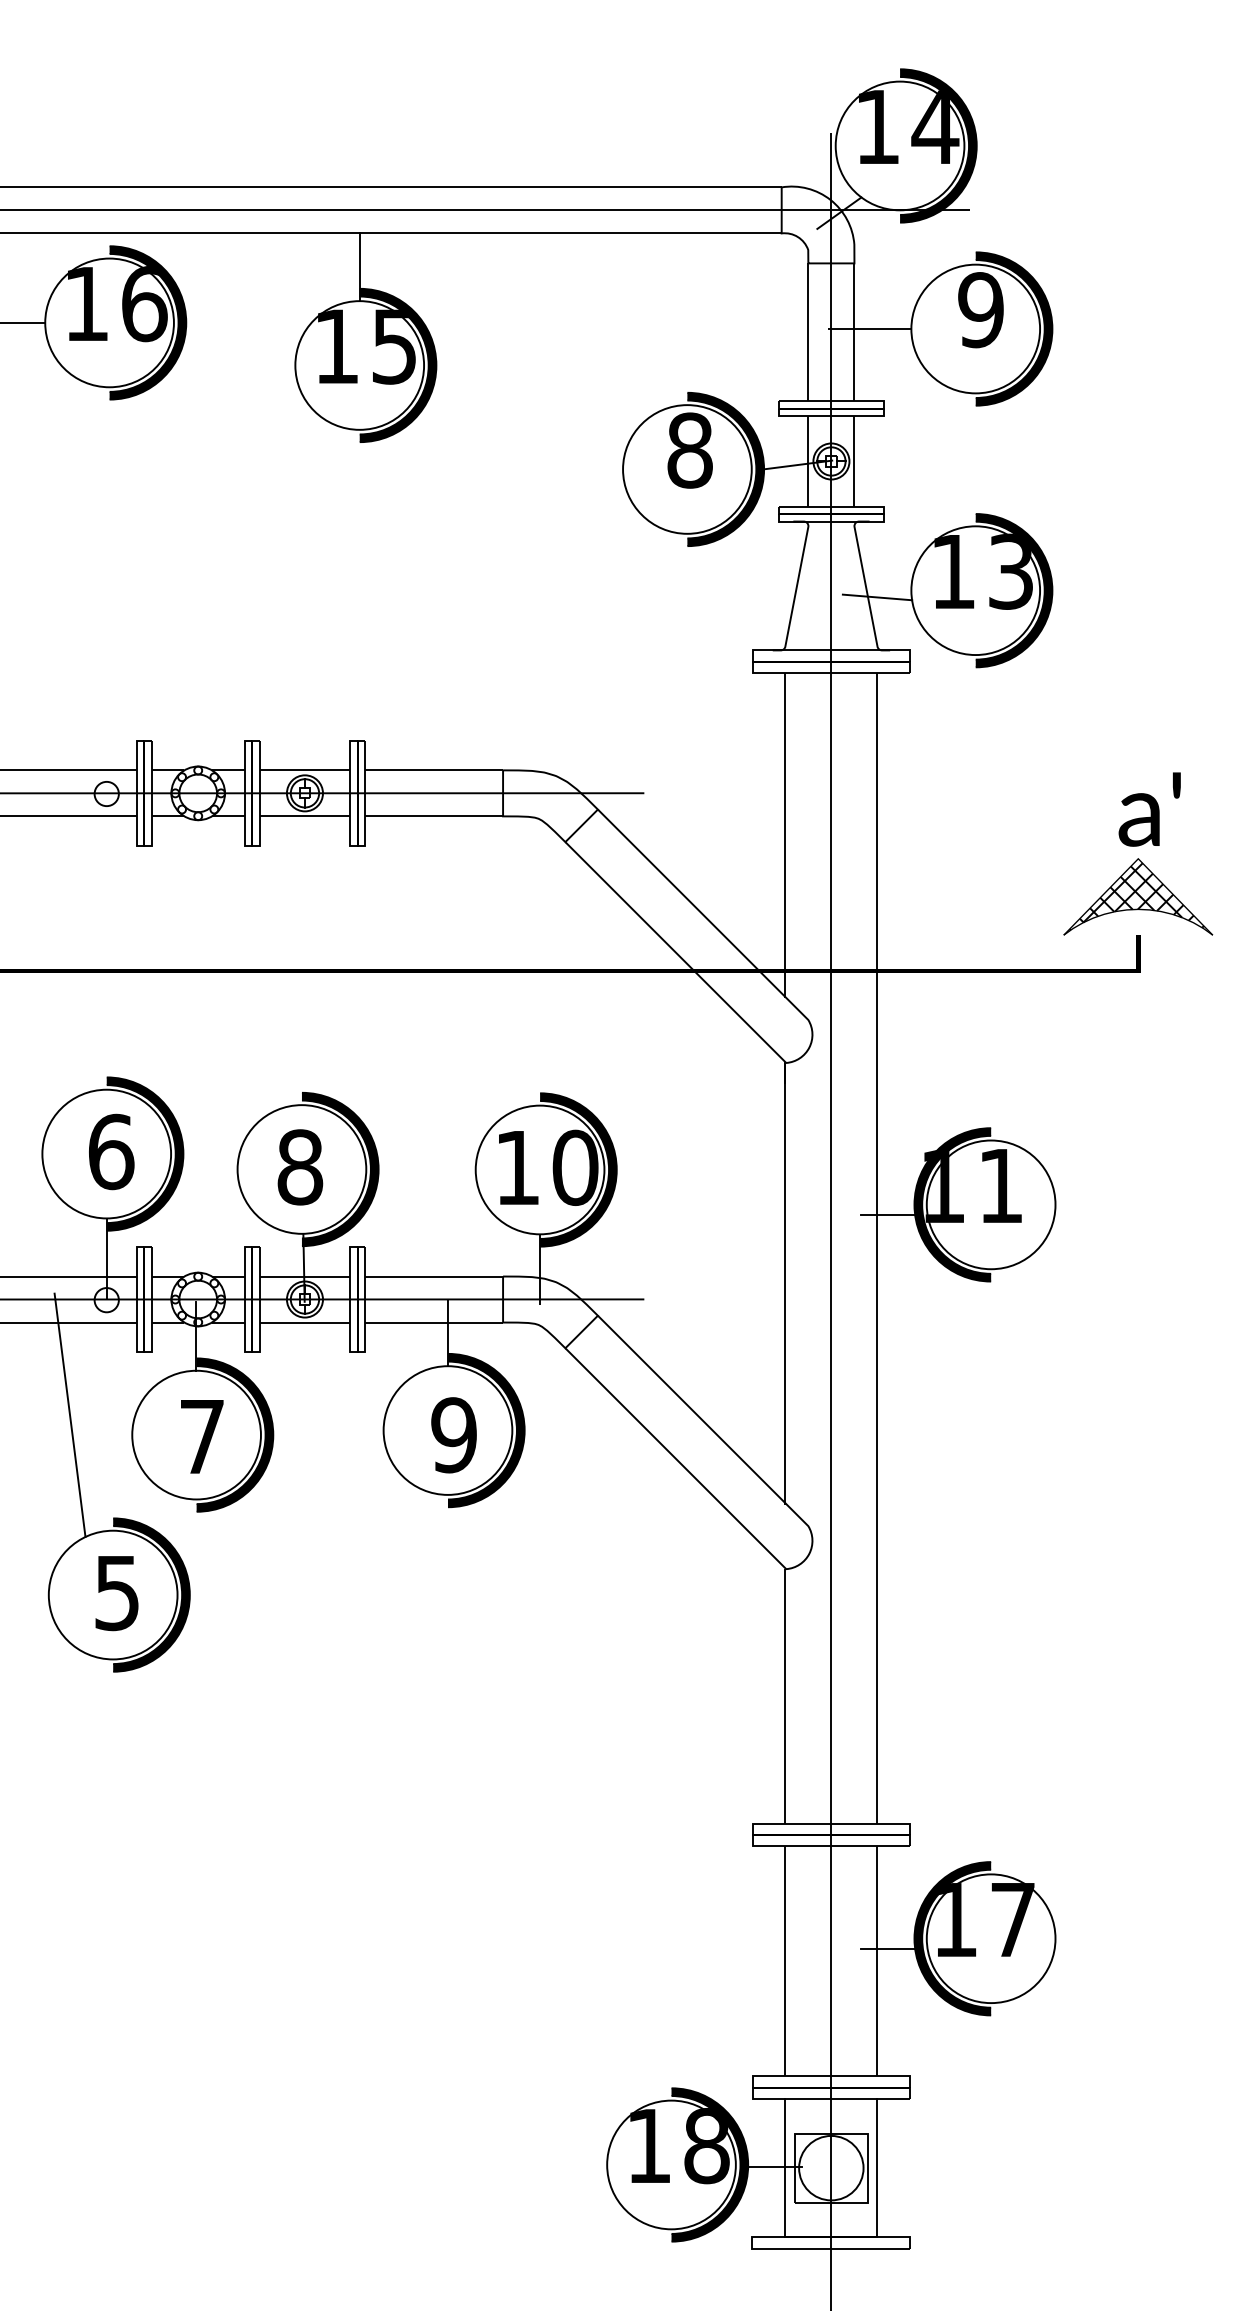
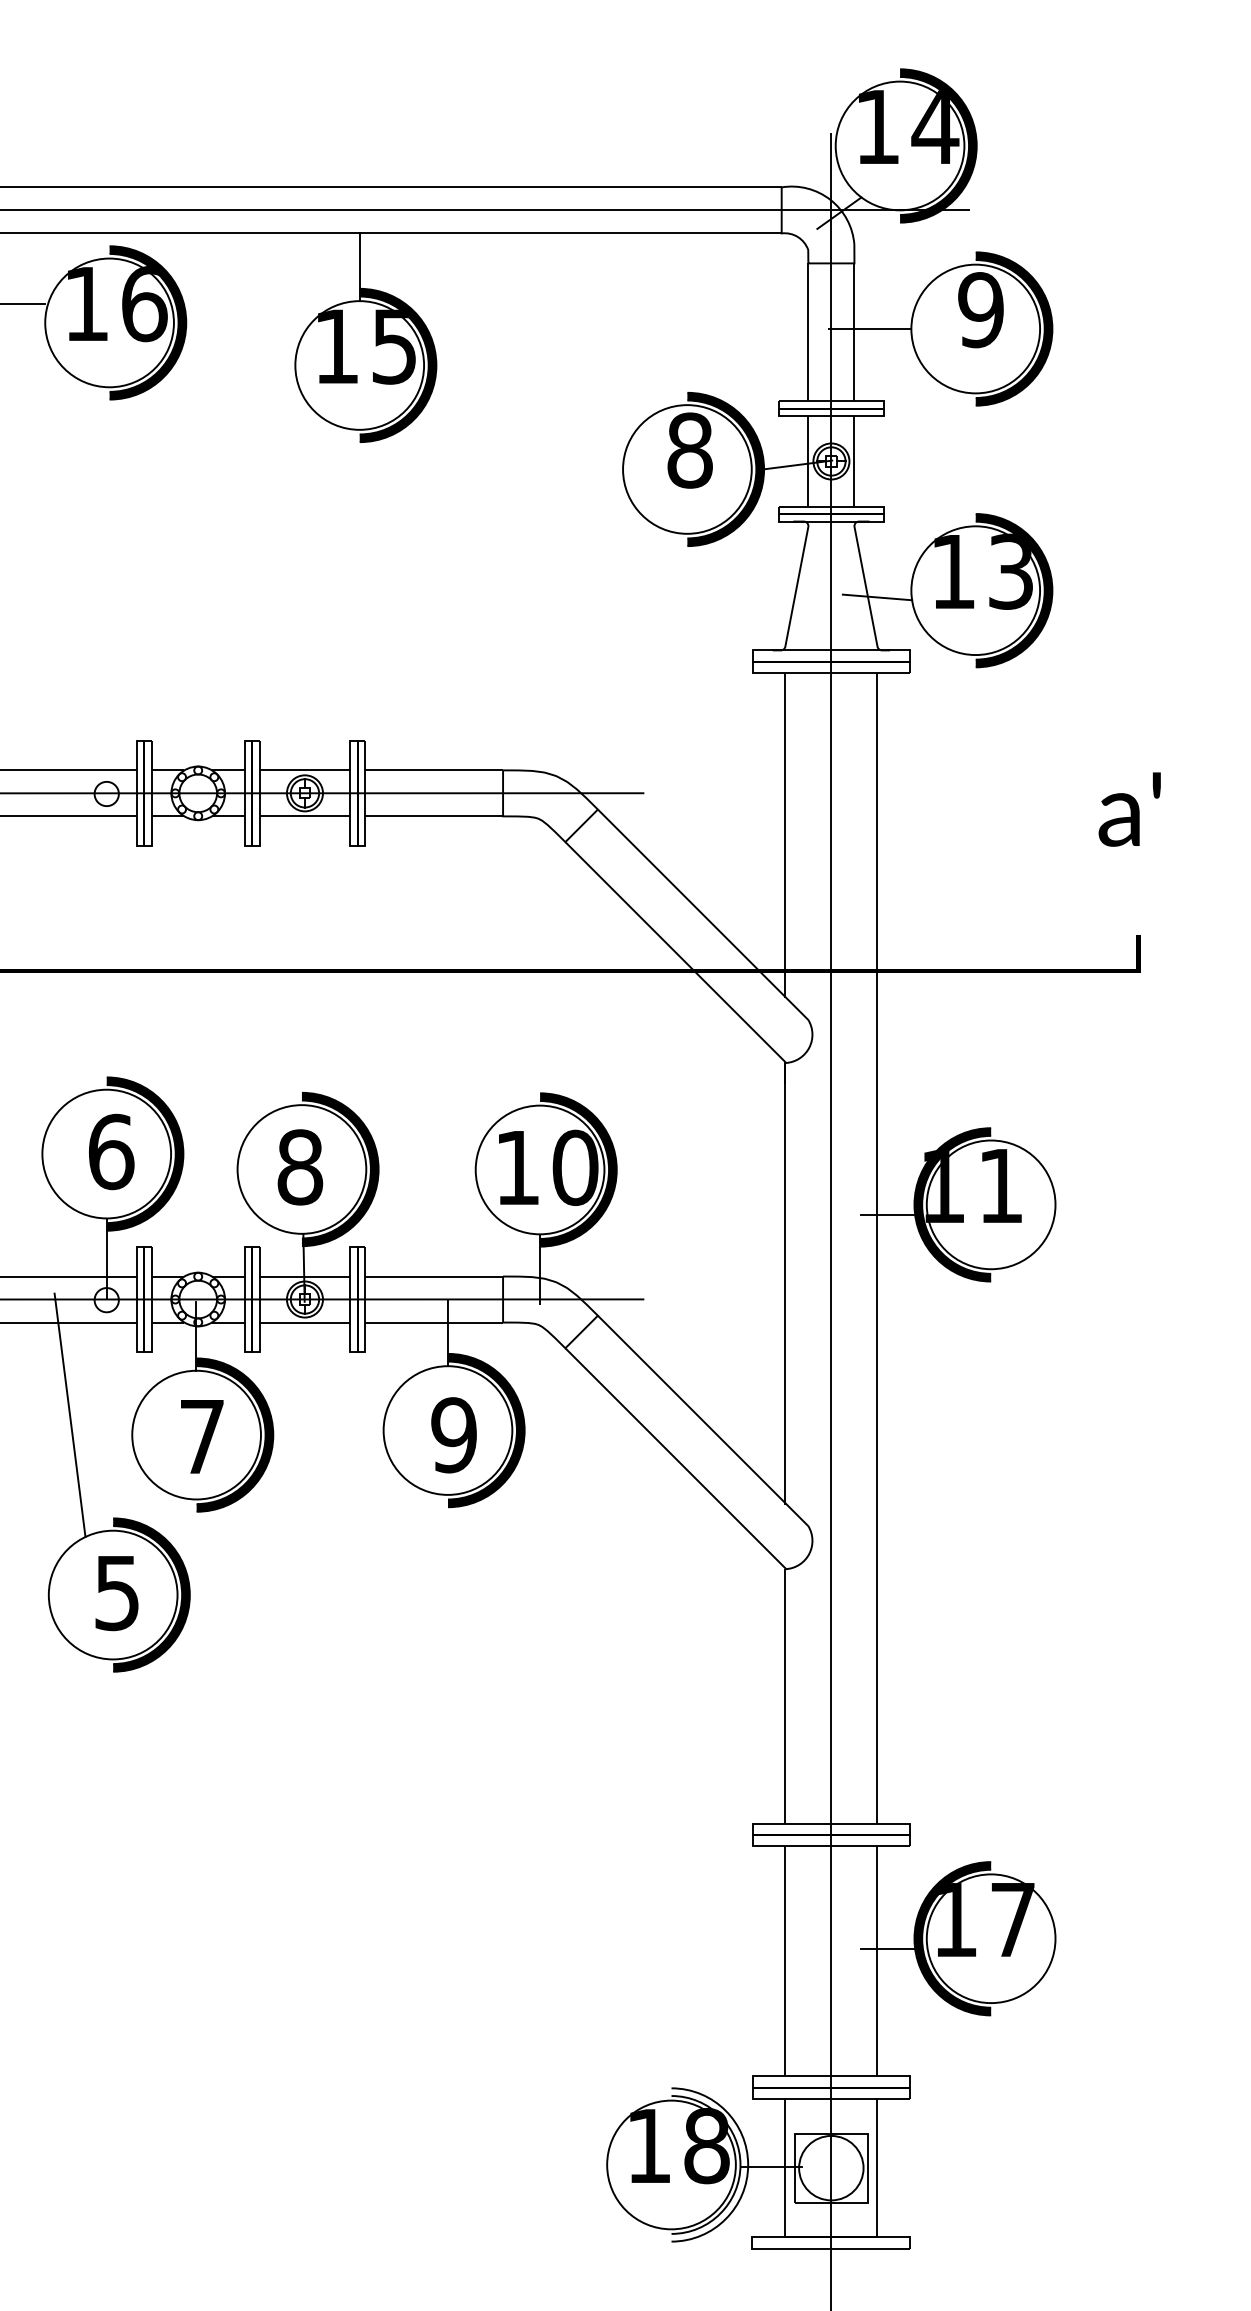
line at (23, 322) position: (23, 322) -> (23, 303)
text at (1149, 809) position: (1149, 809) -> (1129, 809)
part at (1138, 896): present -> none
fill at (709, 2164): present -> none
